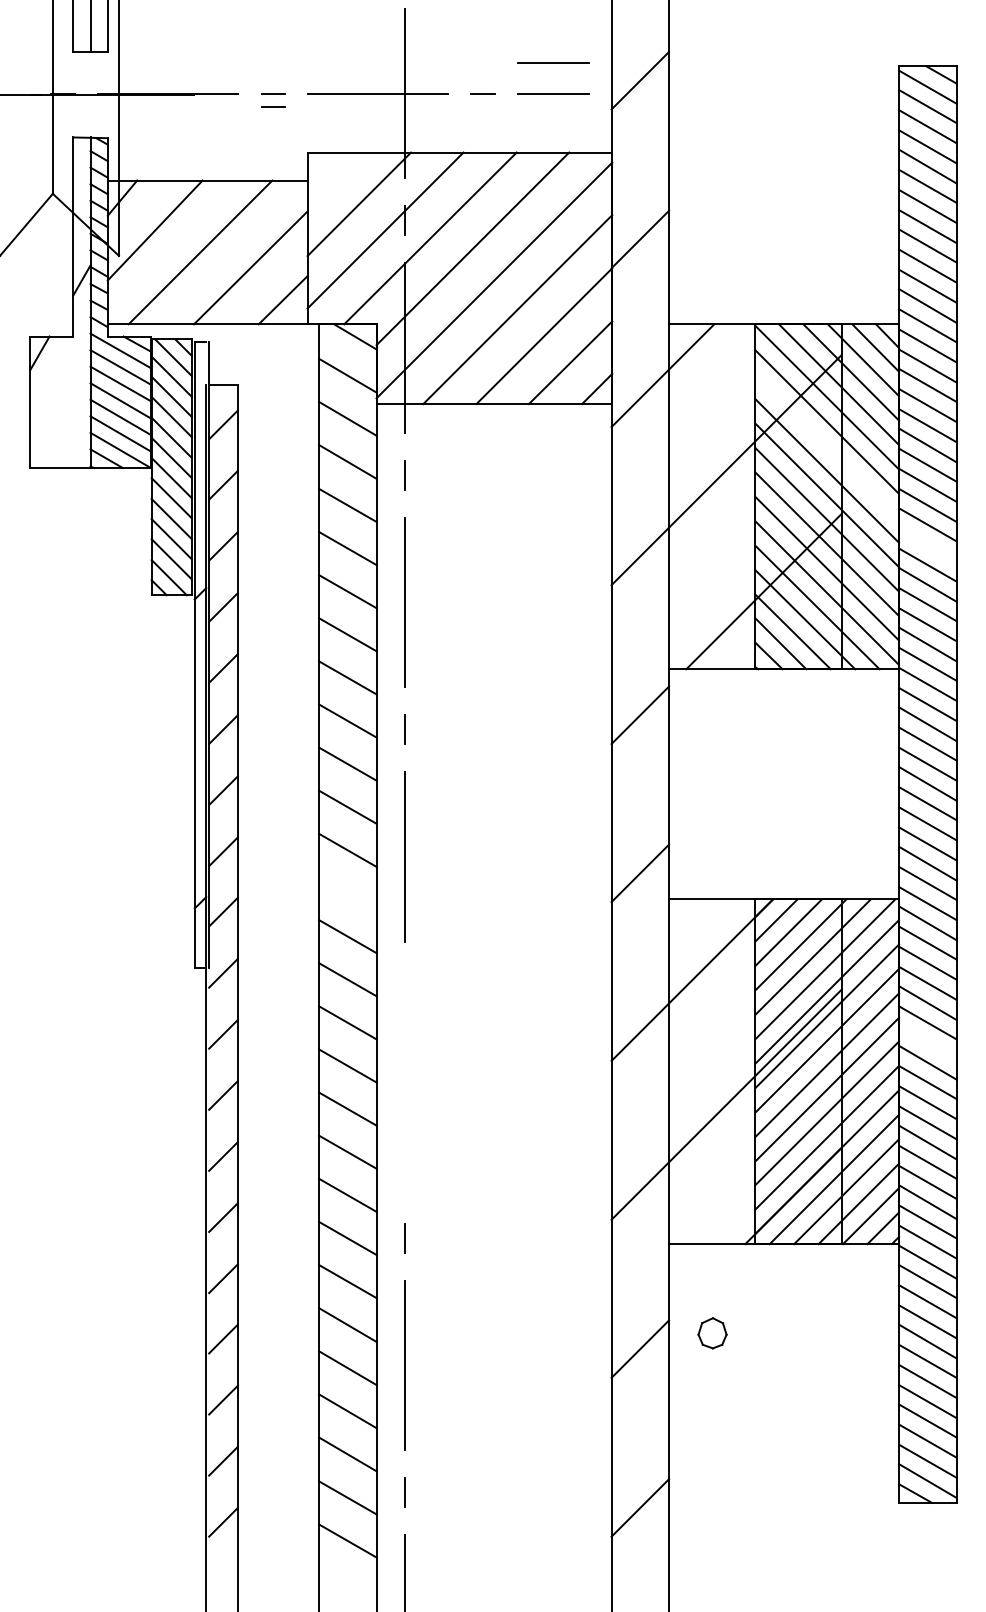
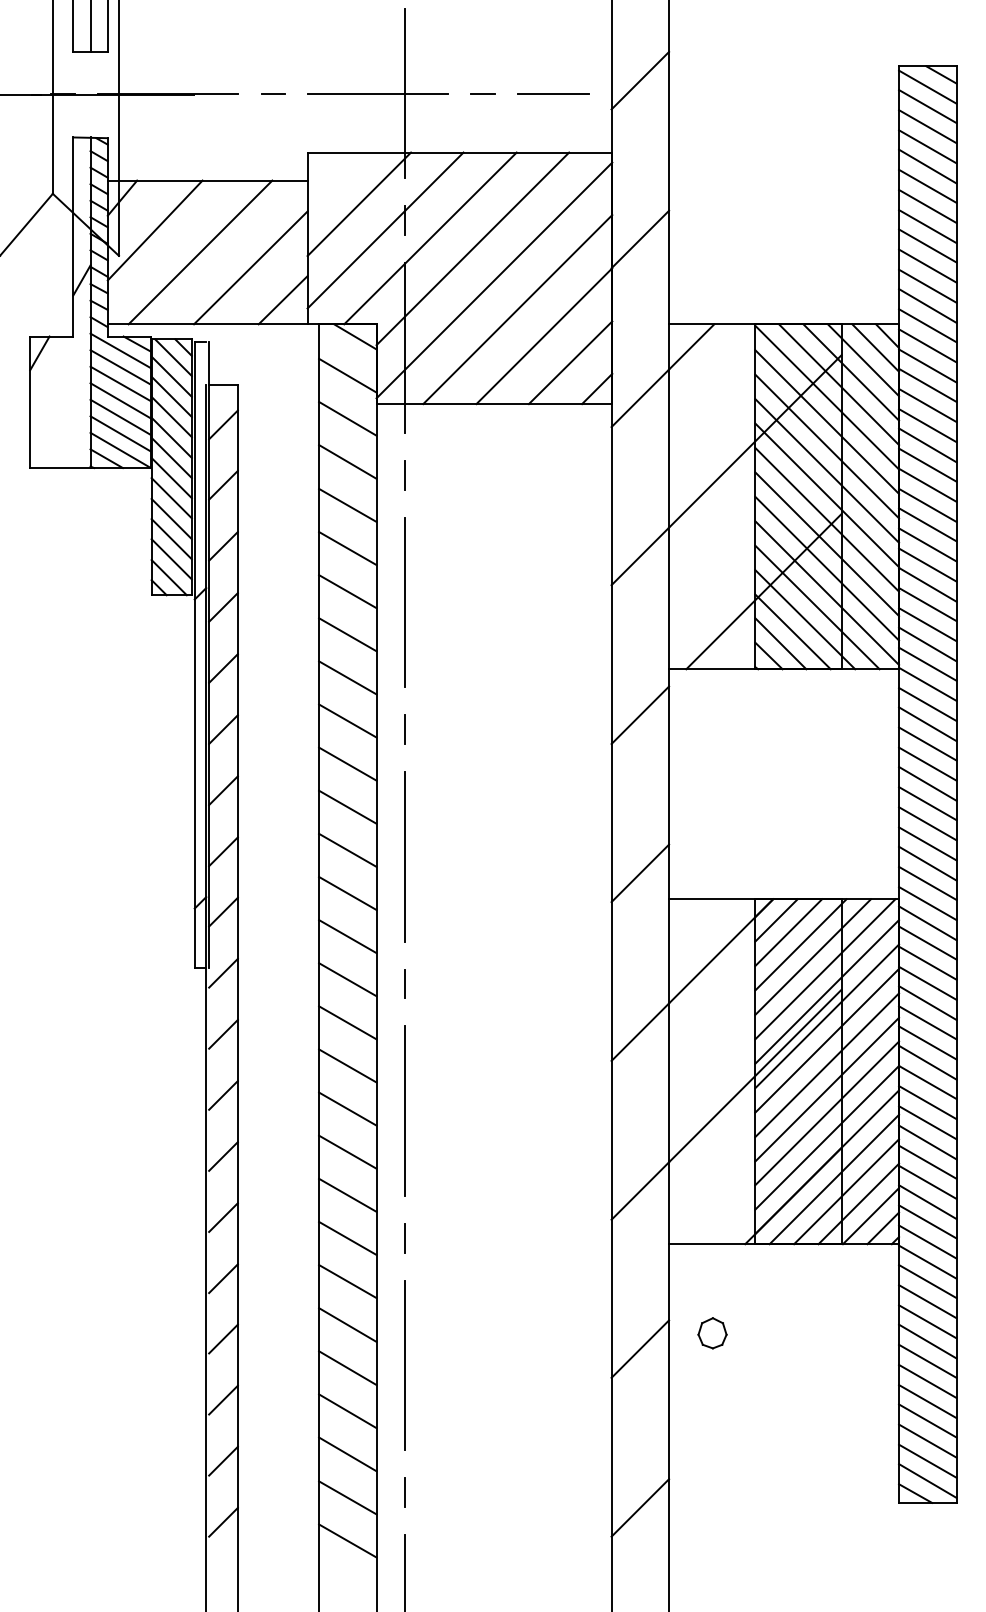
line at (553, 62): present -> none
line at (273, 106): present -> none
line at (827, 446): none -> present
line at (927, 544): none -> present
line at (347, 893): none -> present
line at (404, 983): none -> present
line at (927, 1042): none -> present
line at (404, 1110): none -> present
